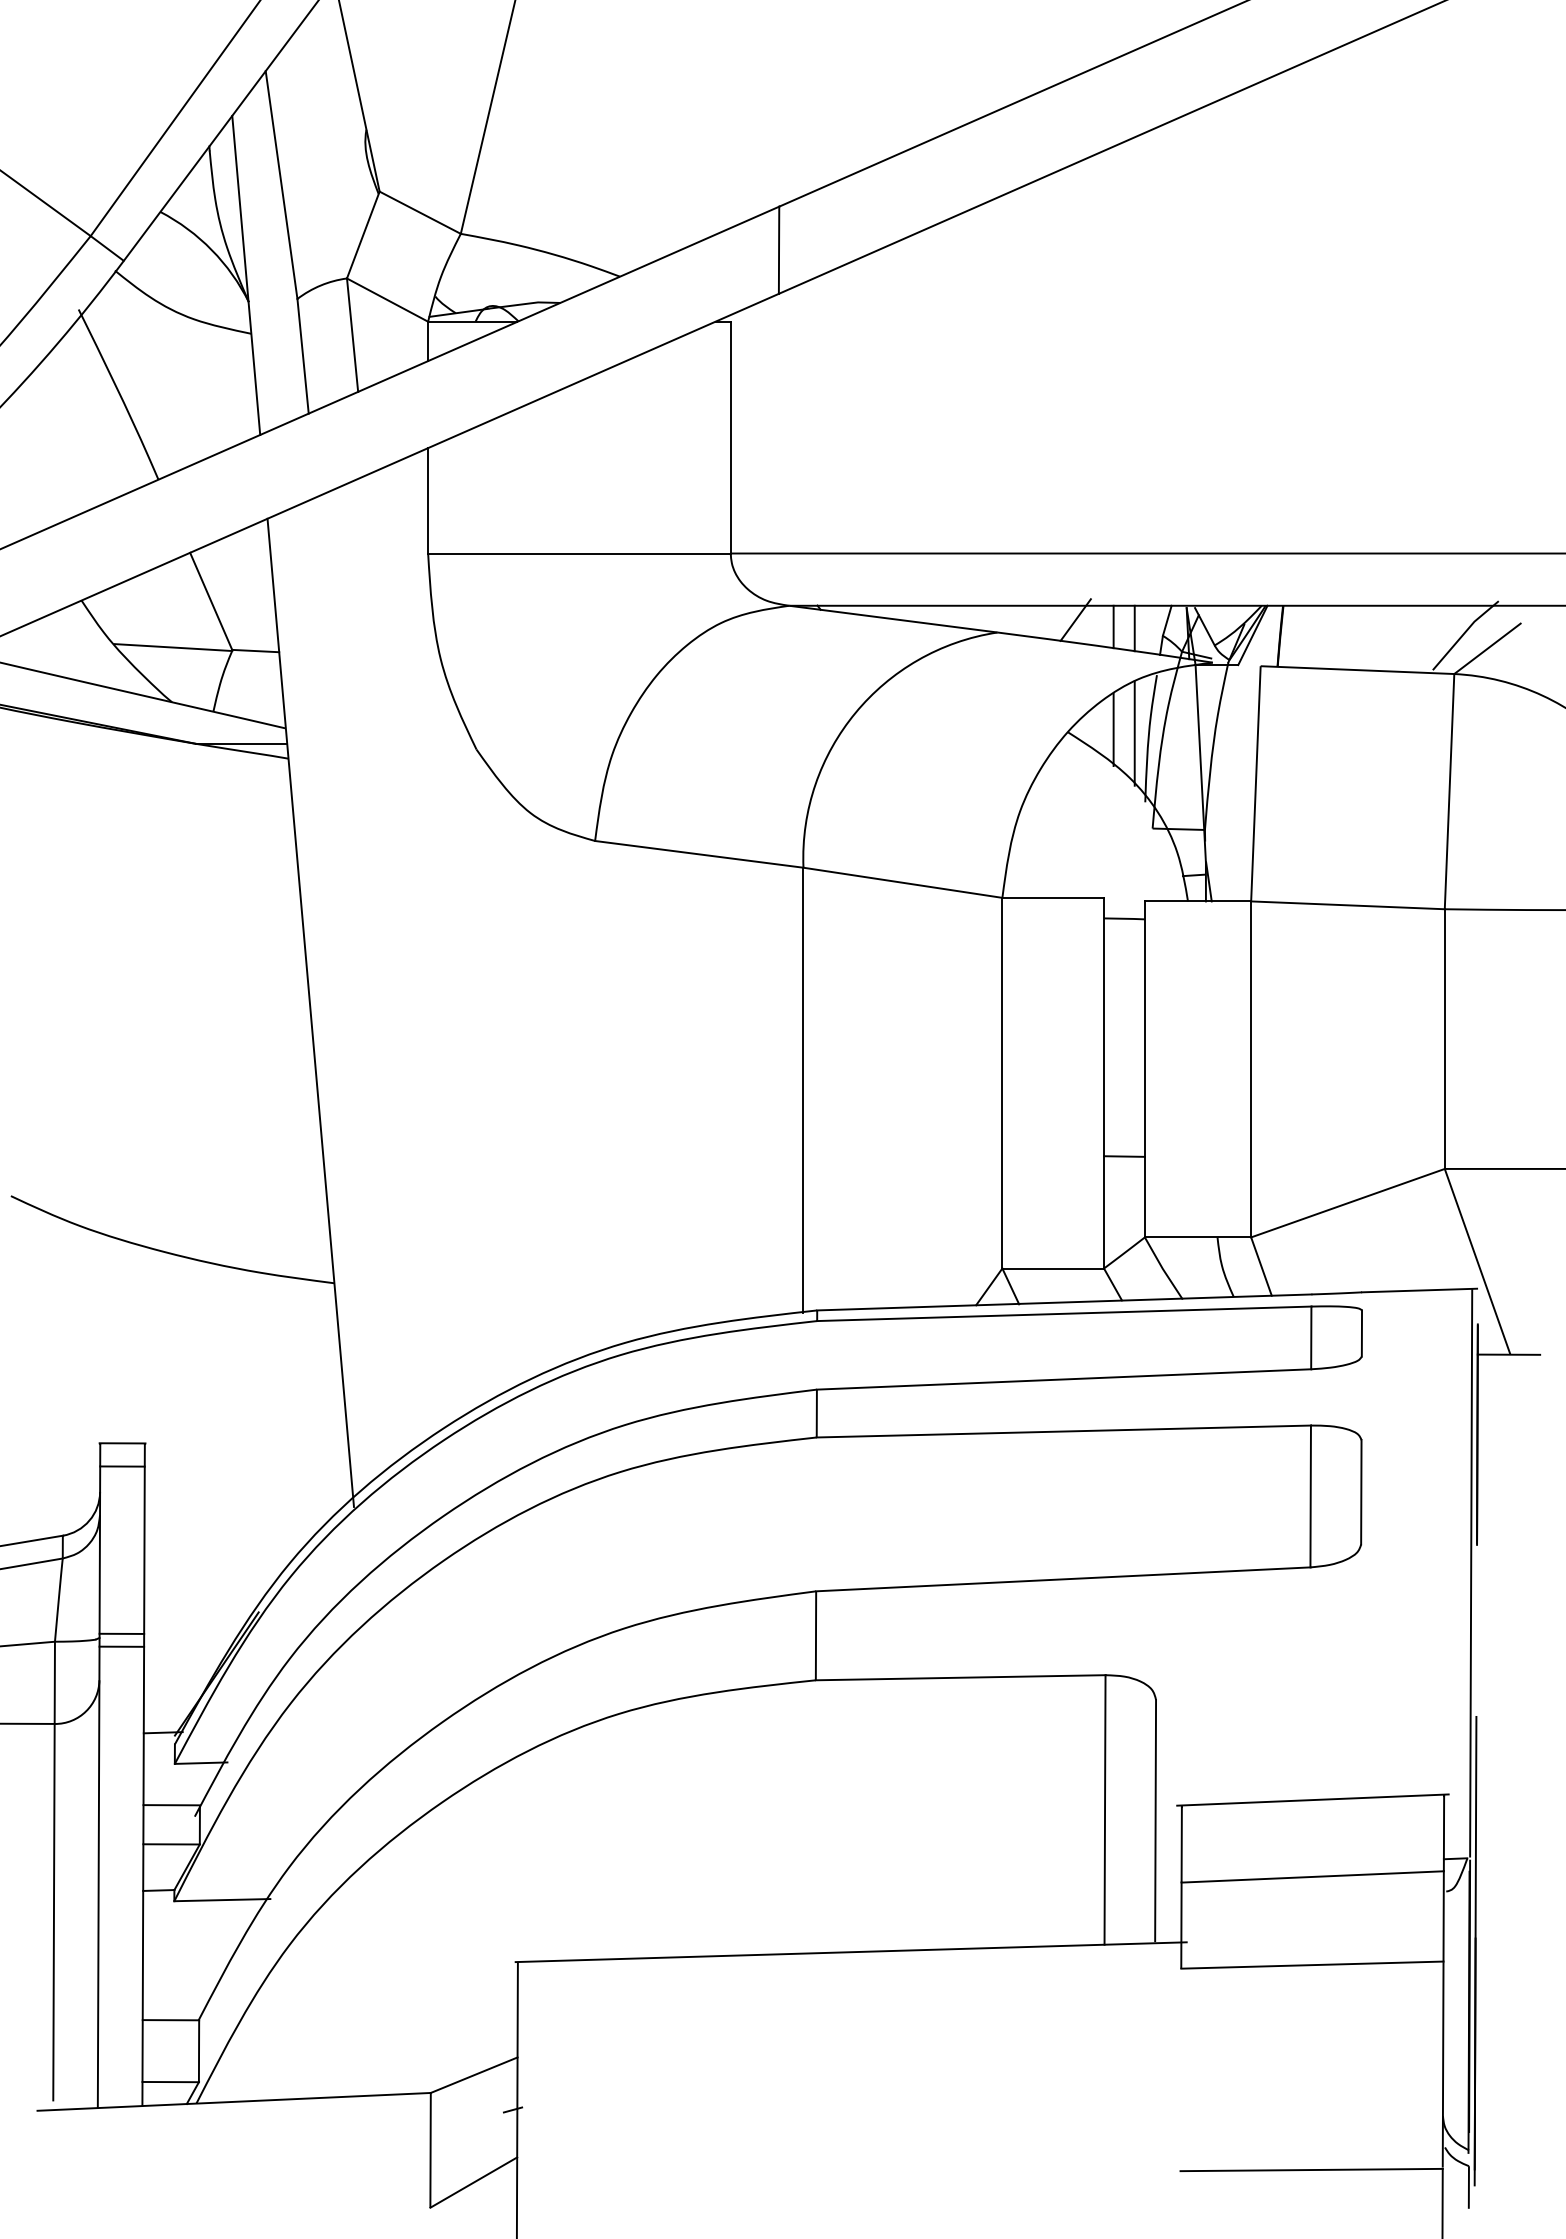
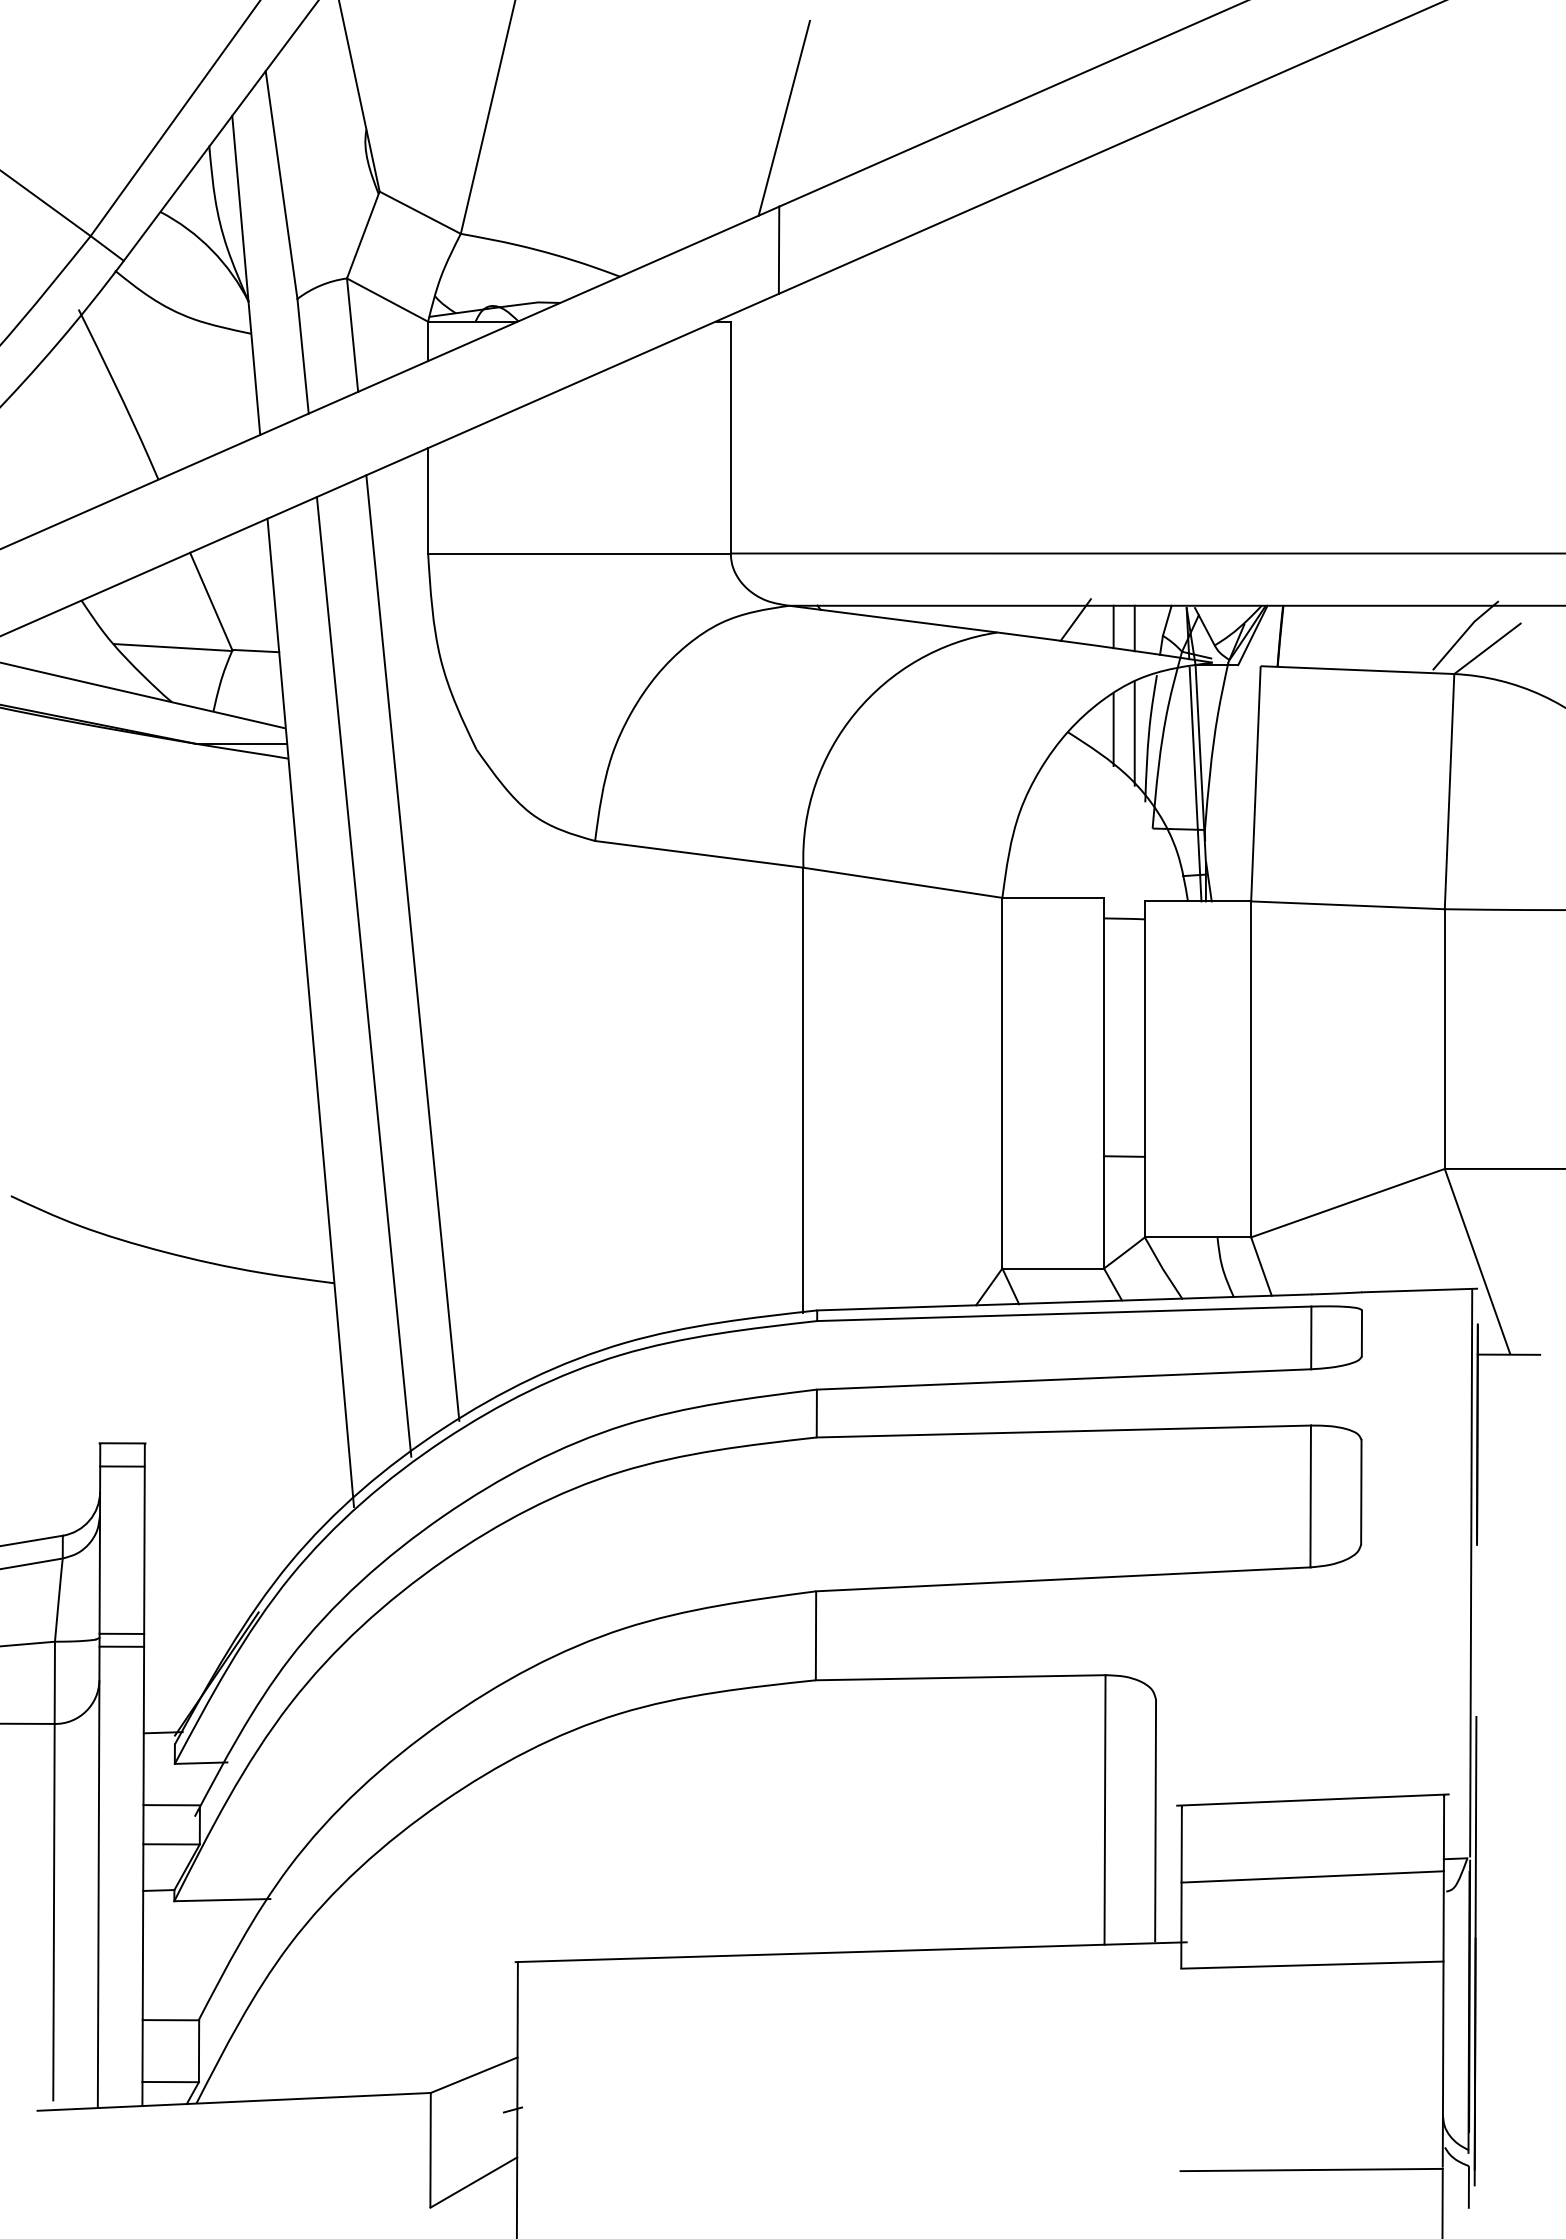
line at (783, 117): none -> present
line at (1195, 784): none -> present
line at (412, 947): none -> present
line at (363, 976): none -> present
